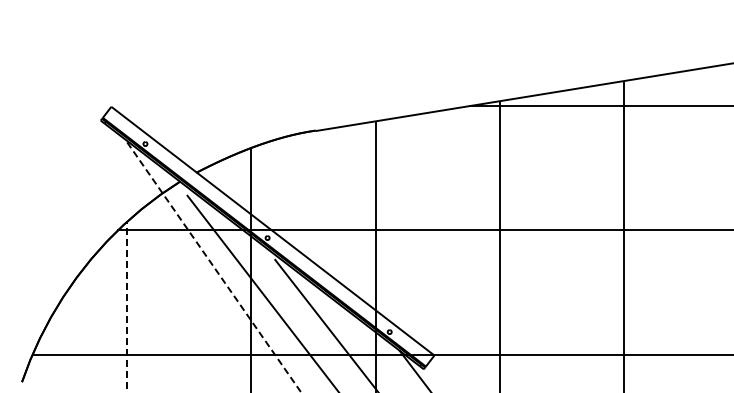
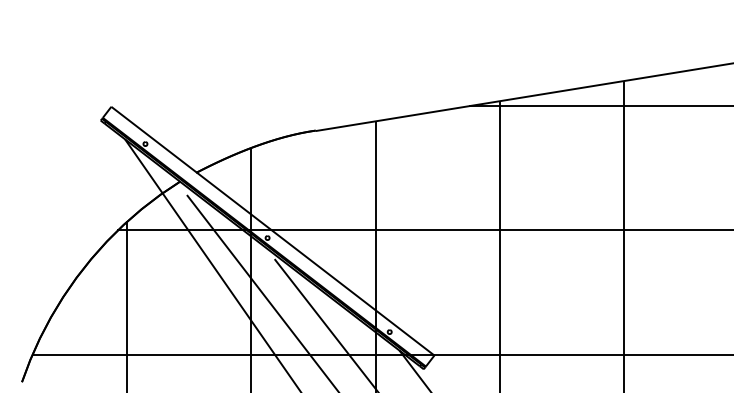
line at (213, 265): dashed -> solid
line at (126, 306): dashed -> solid
